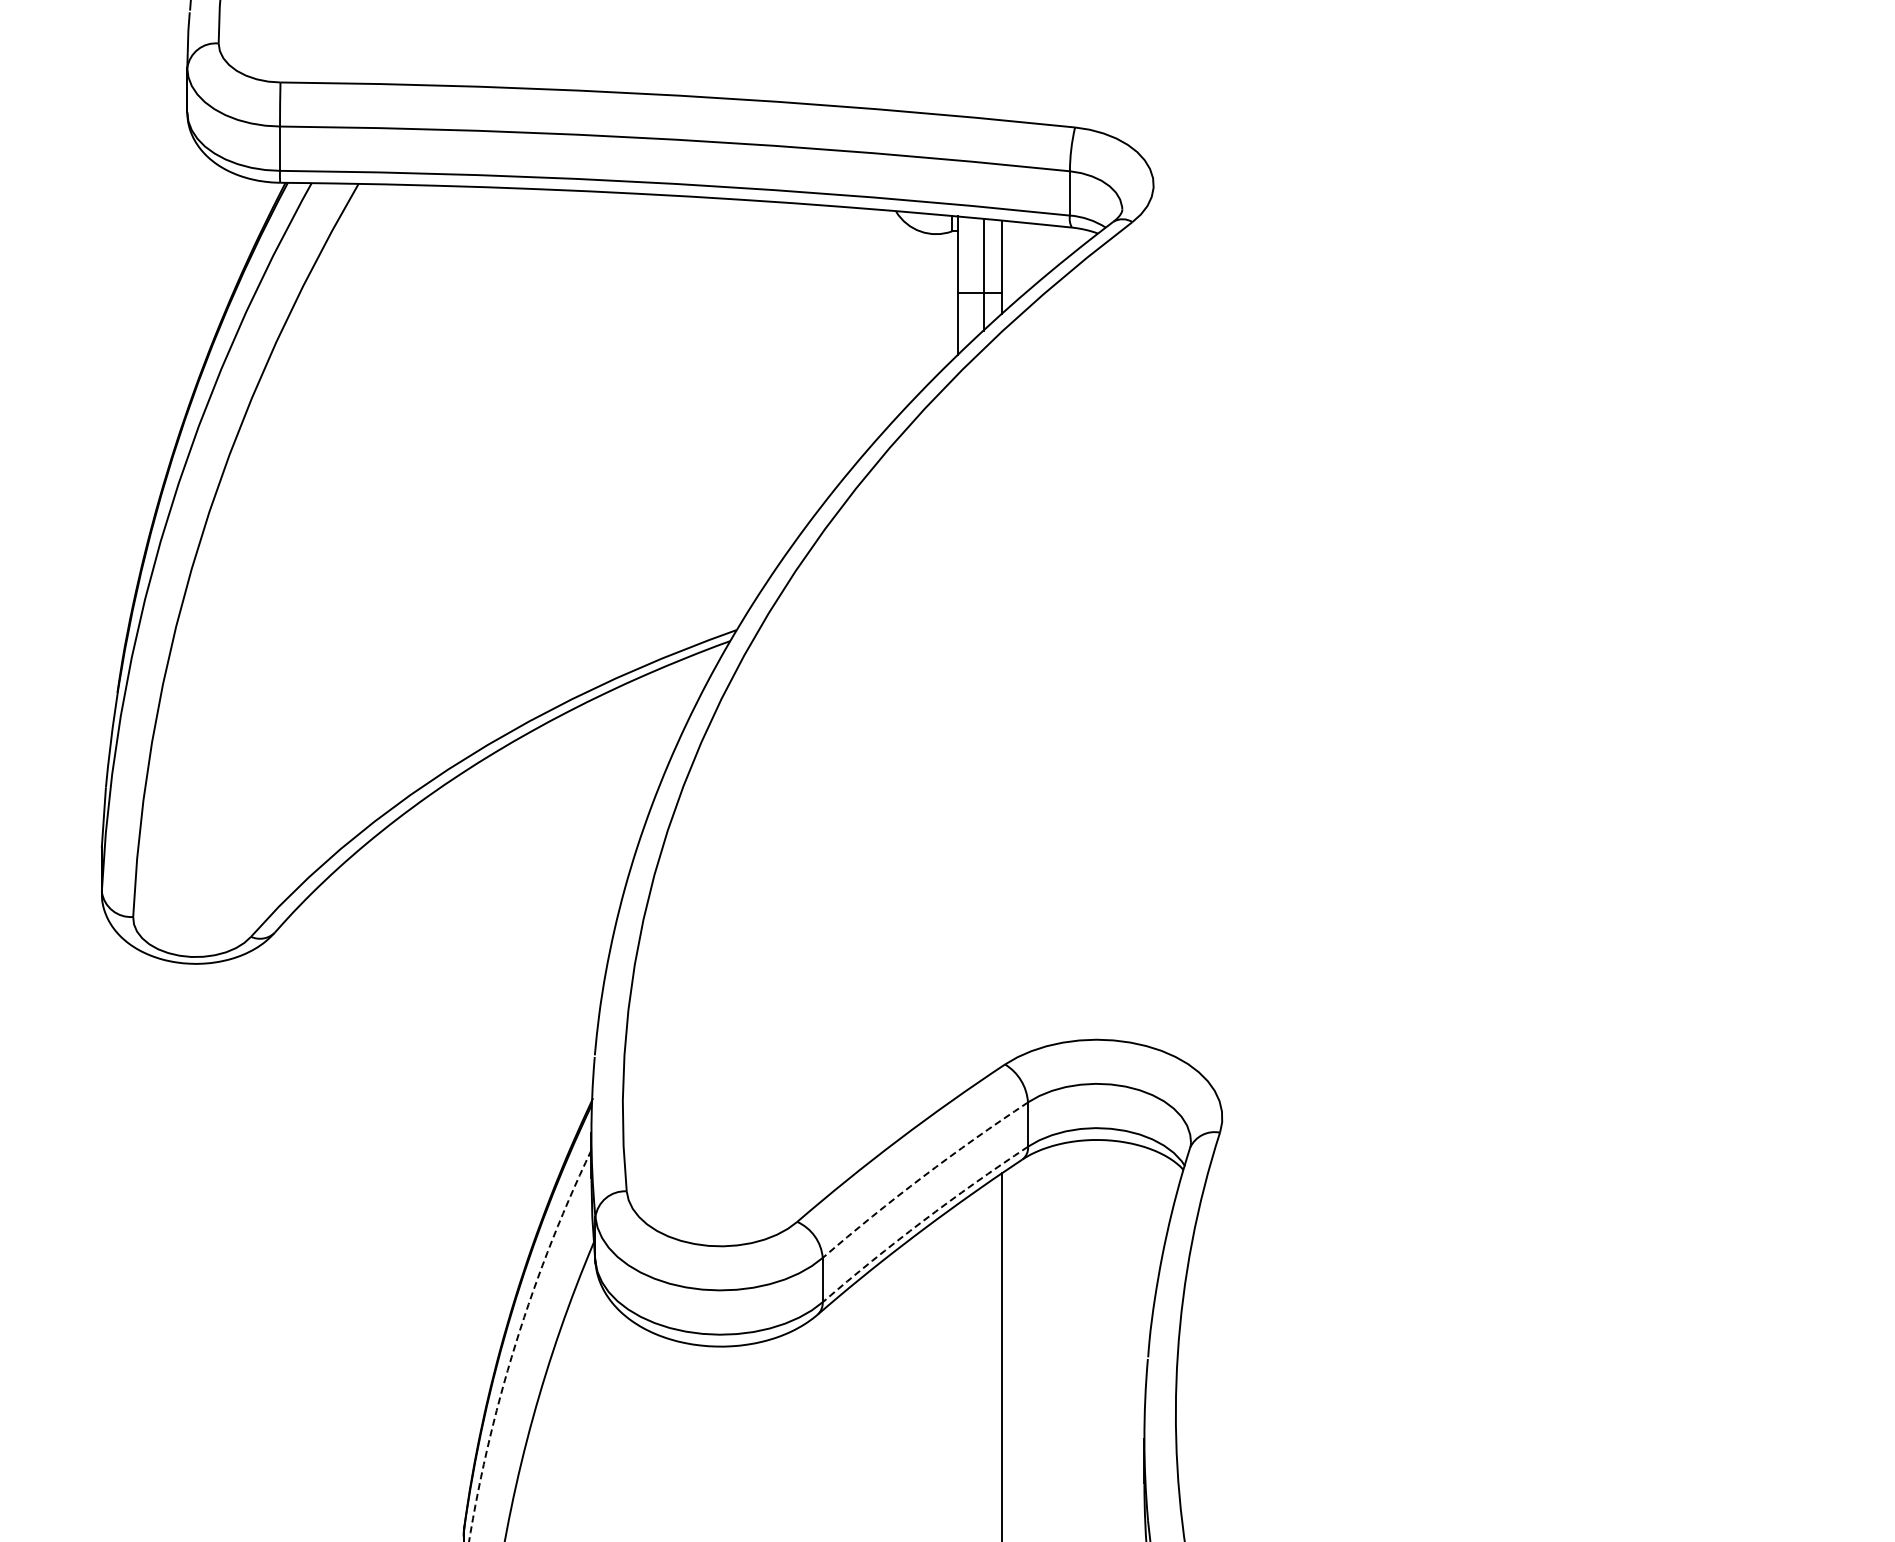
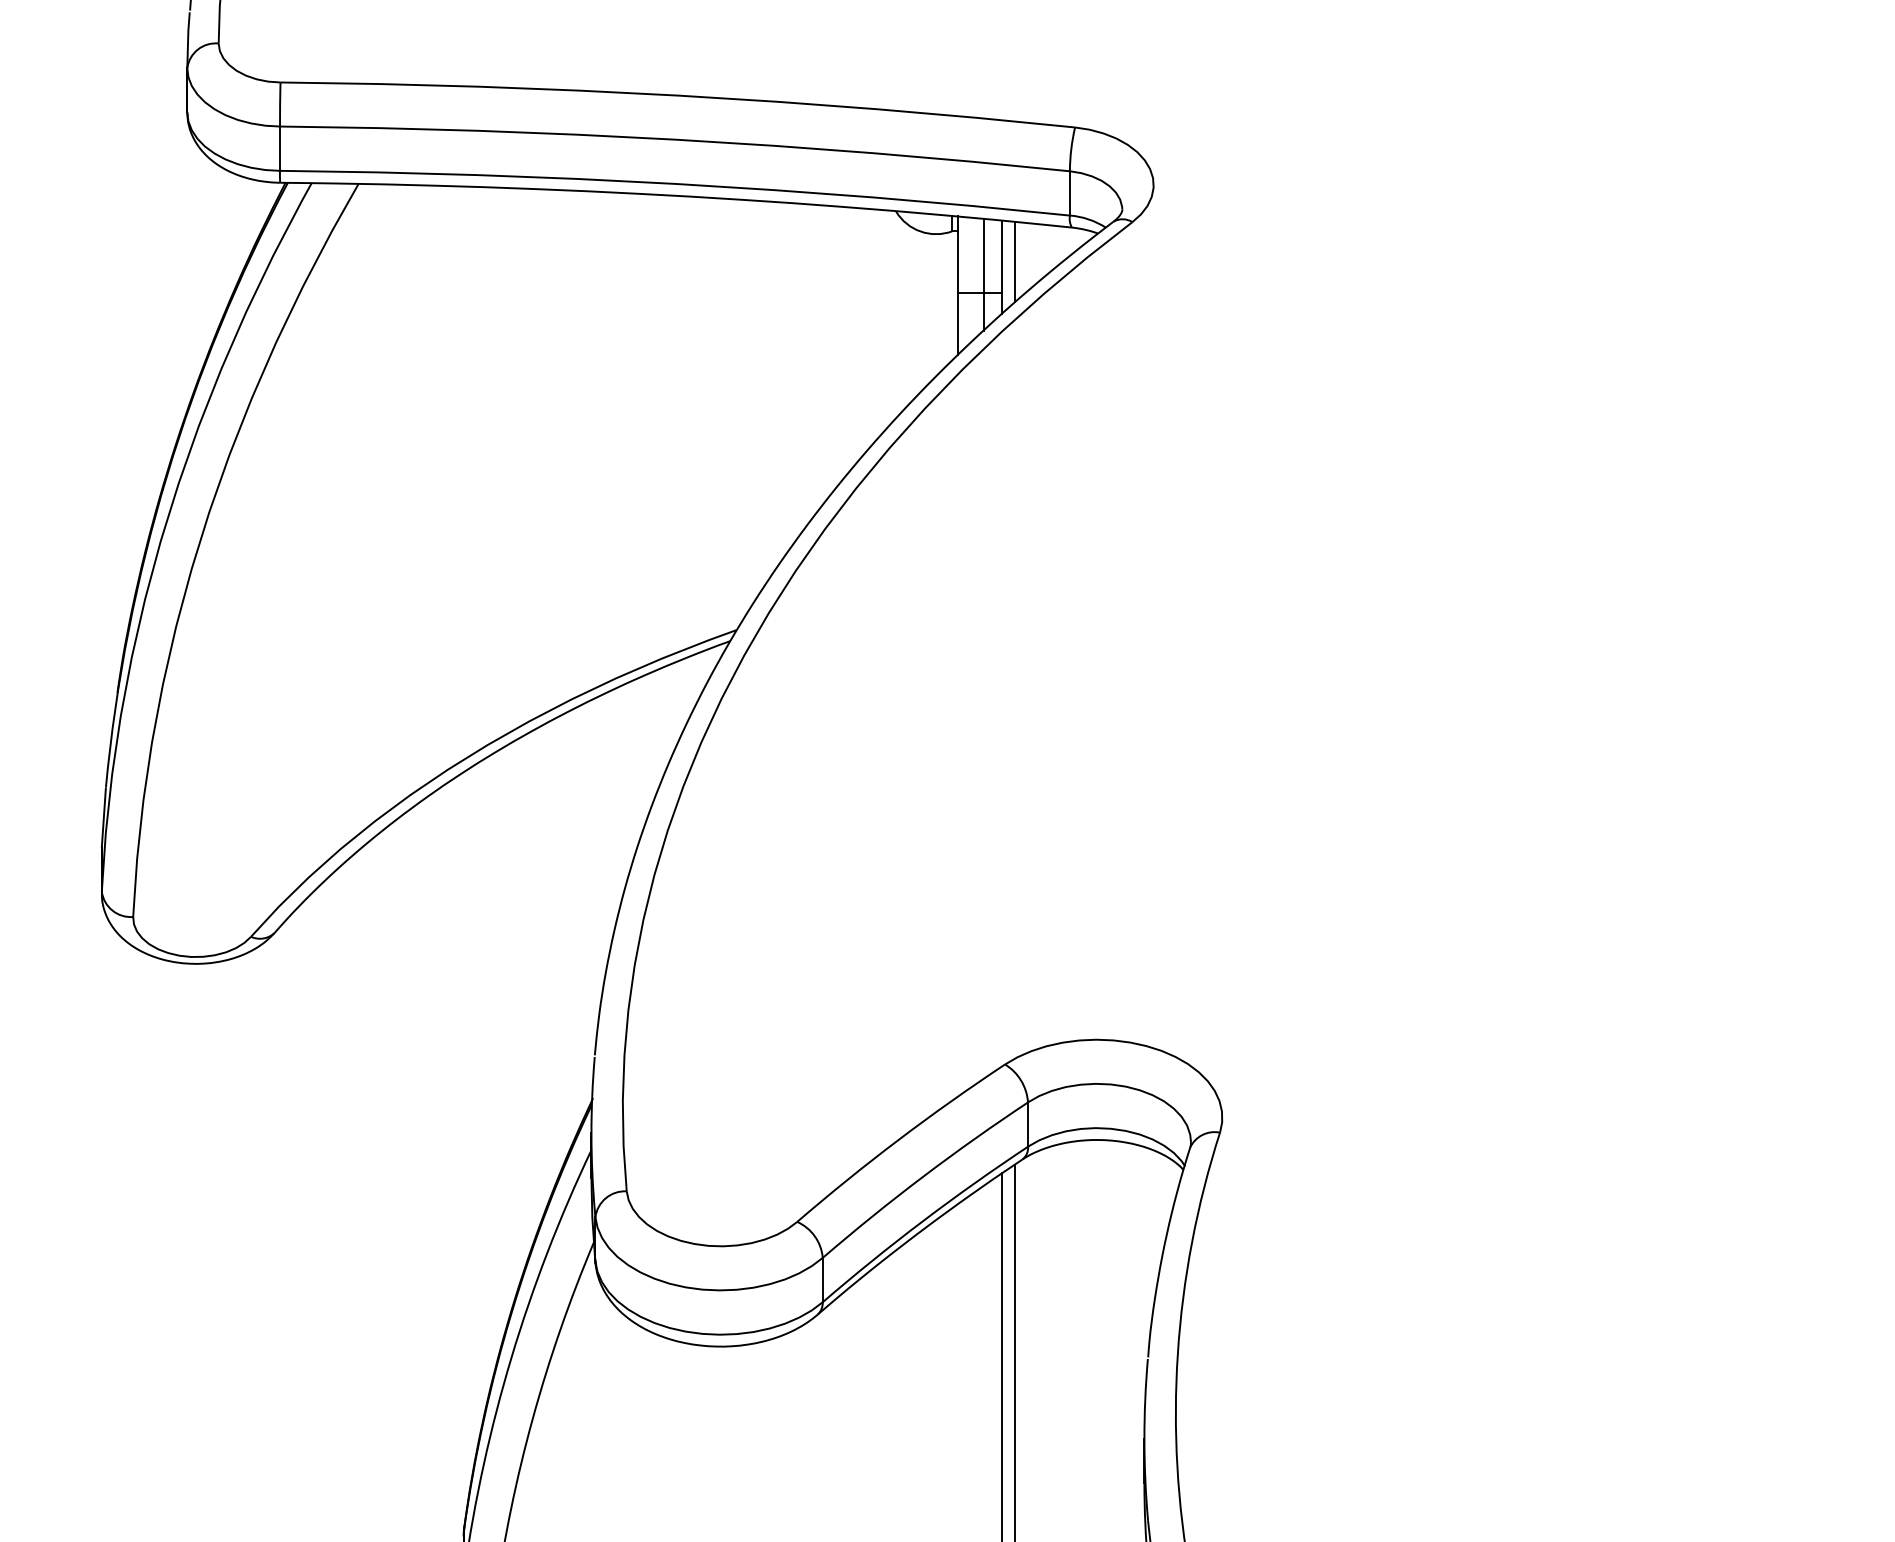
line at (1014, 262): none -> present
arc at (922, 1176): dashed -> solid
arc at (922, 1221): dashed -> solid
arc at (516, 1342): dashed -> solid
line at (1014, 1351): none -> present
